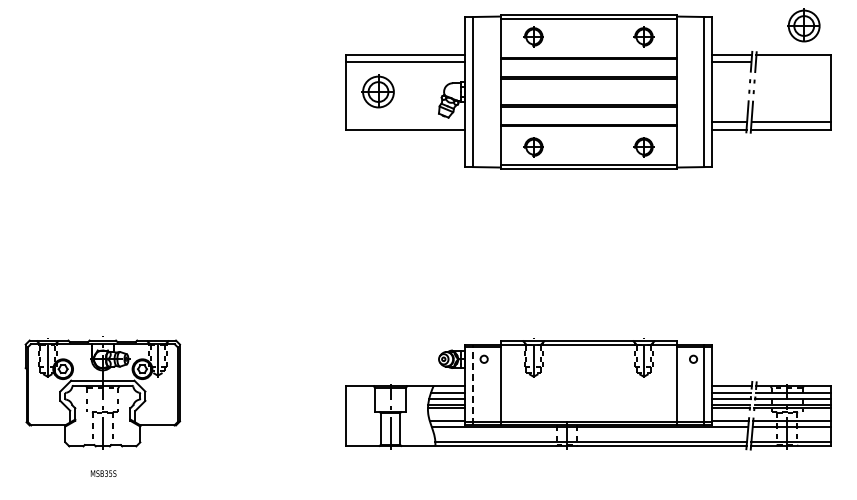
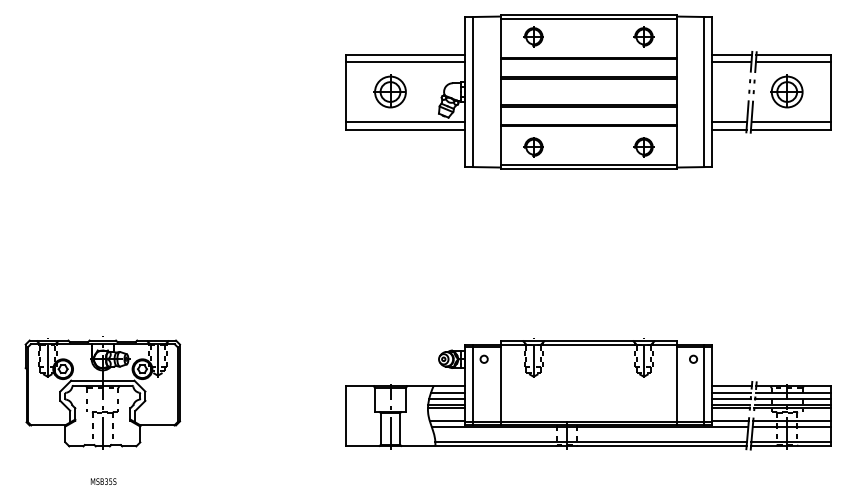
part at (803, 25) position: (803, 25) -> (786, 91)
line at (793, 62): none -> present
part at (377, 91) position: (377, 91) -> (389, 91)
line at (405, 121): none -> present
line at (473, 384): dashed -> solid
text at (103, 473) position: (103, 473) -> (103, 481)
